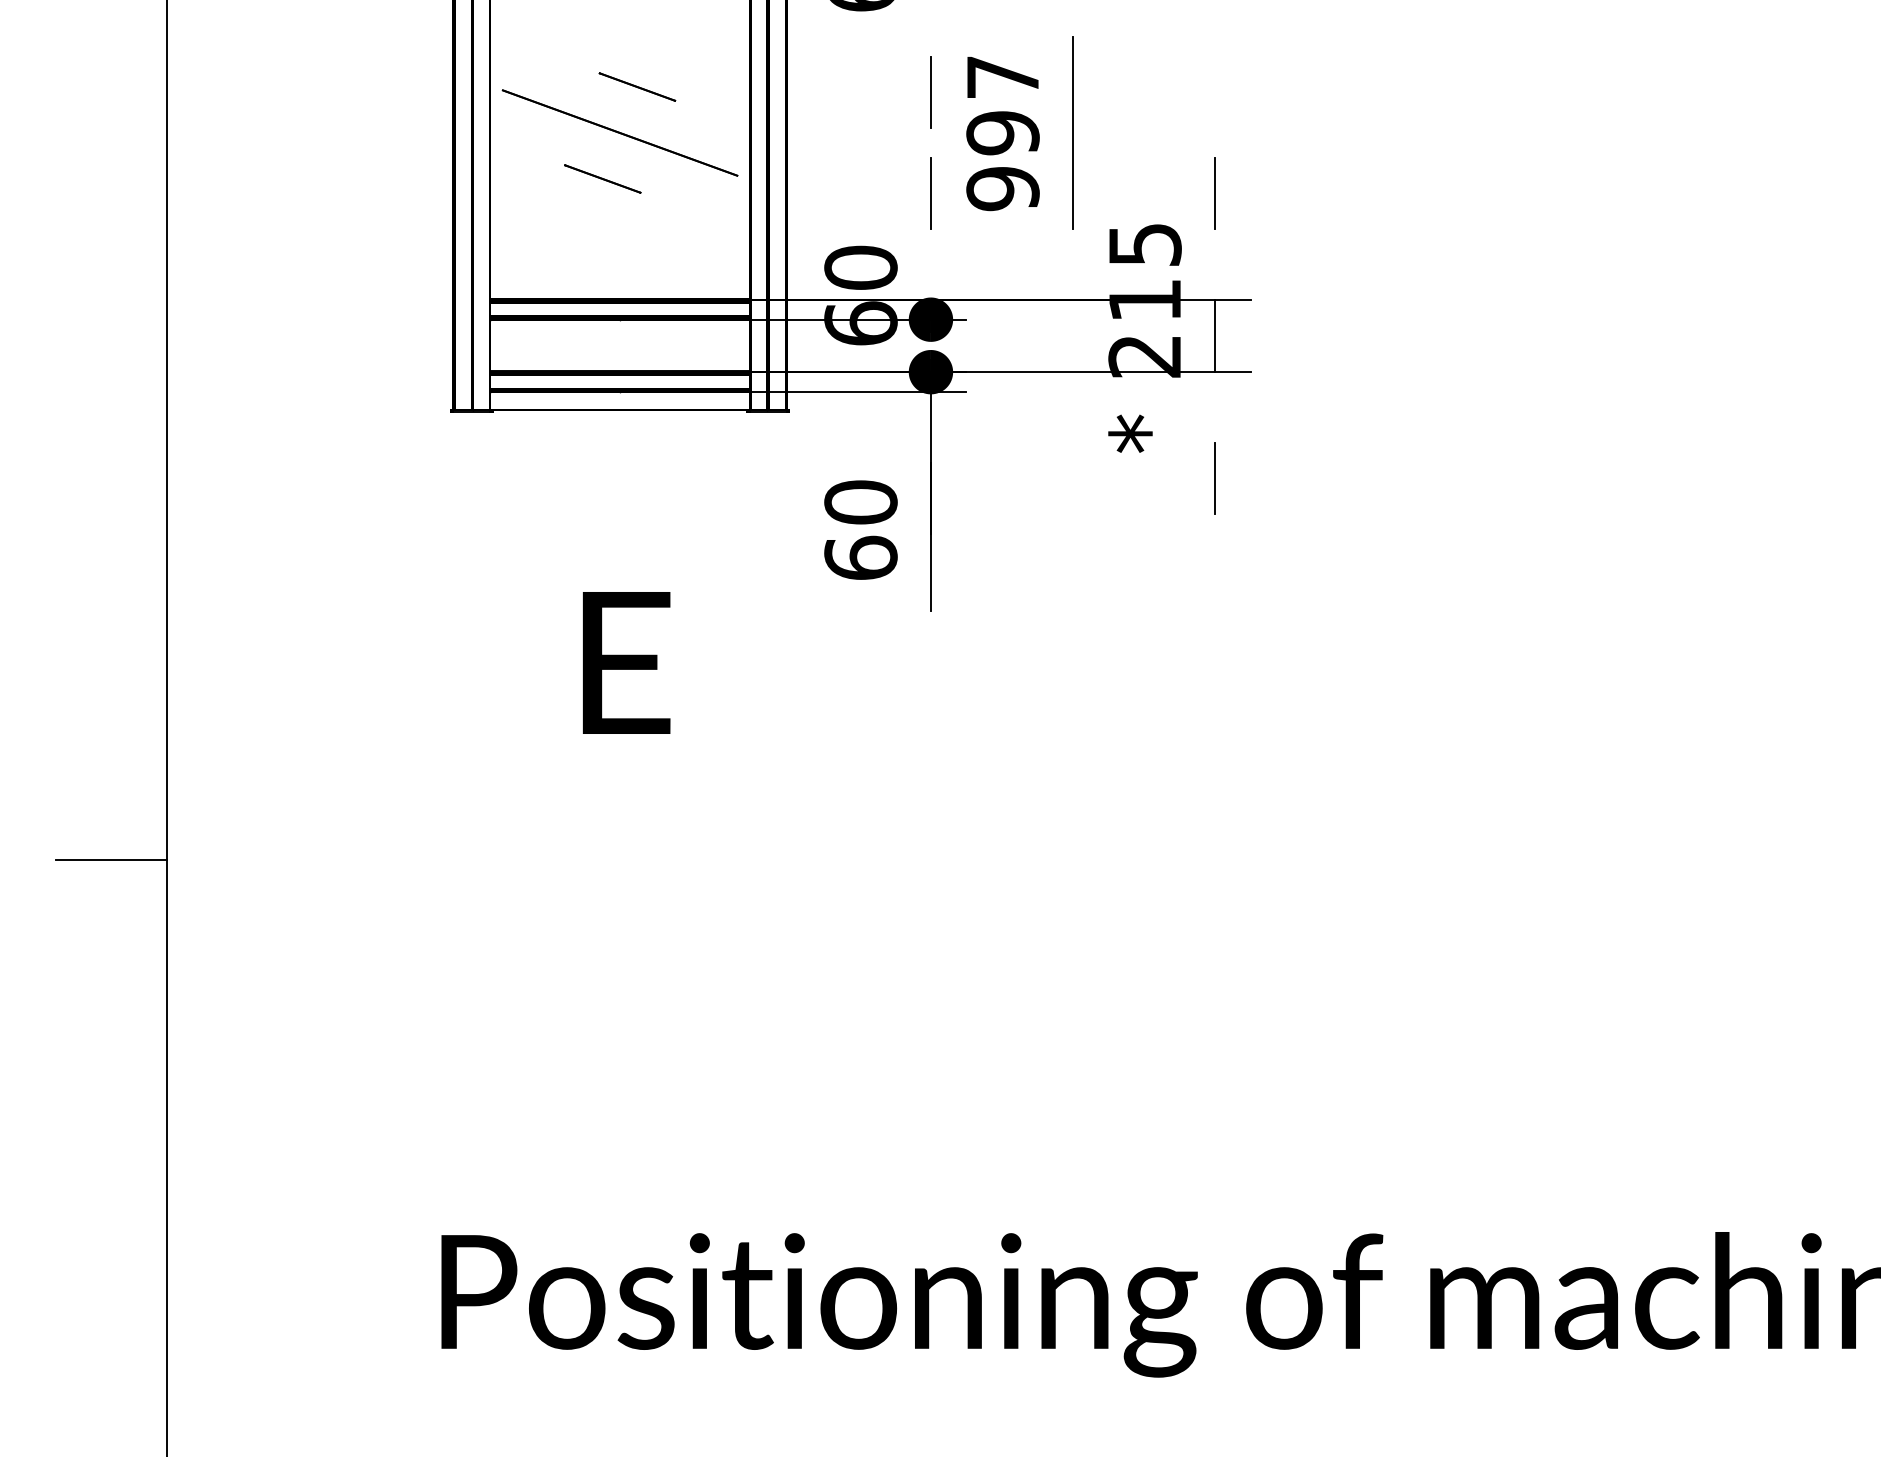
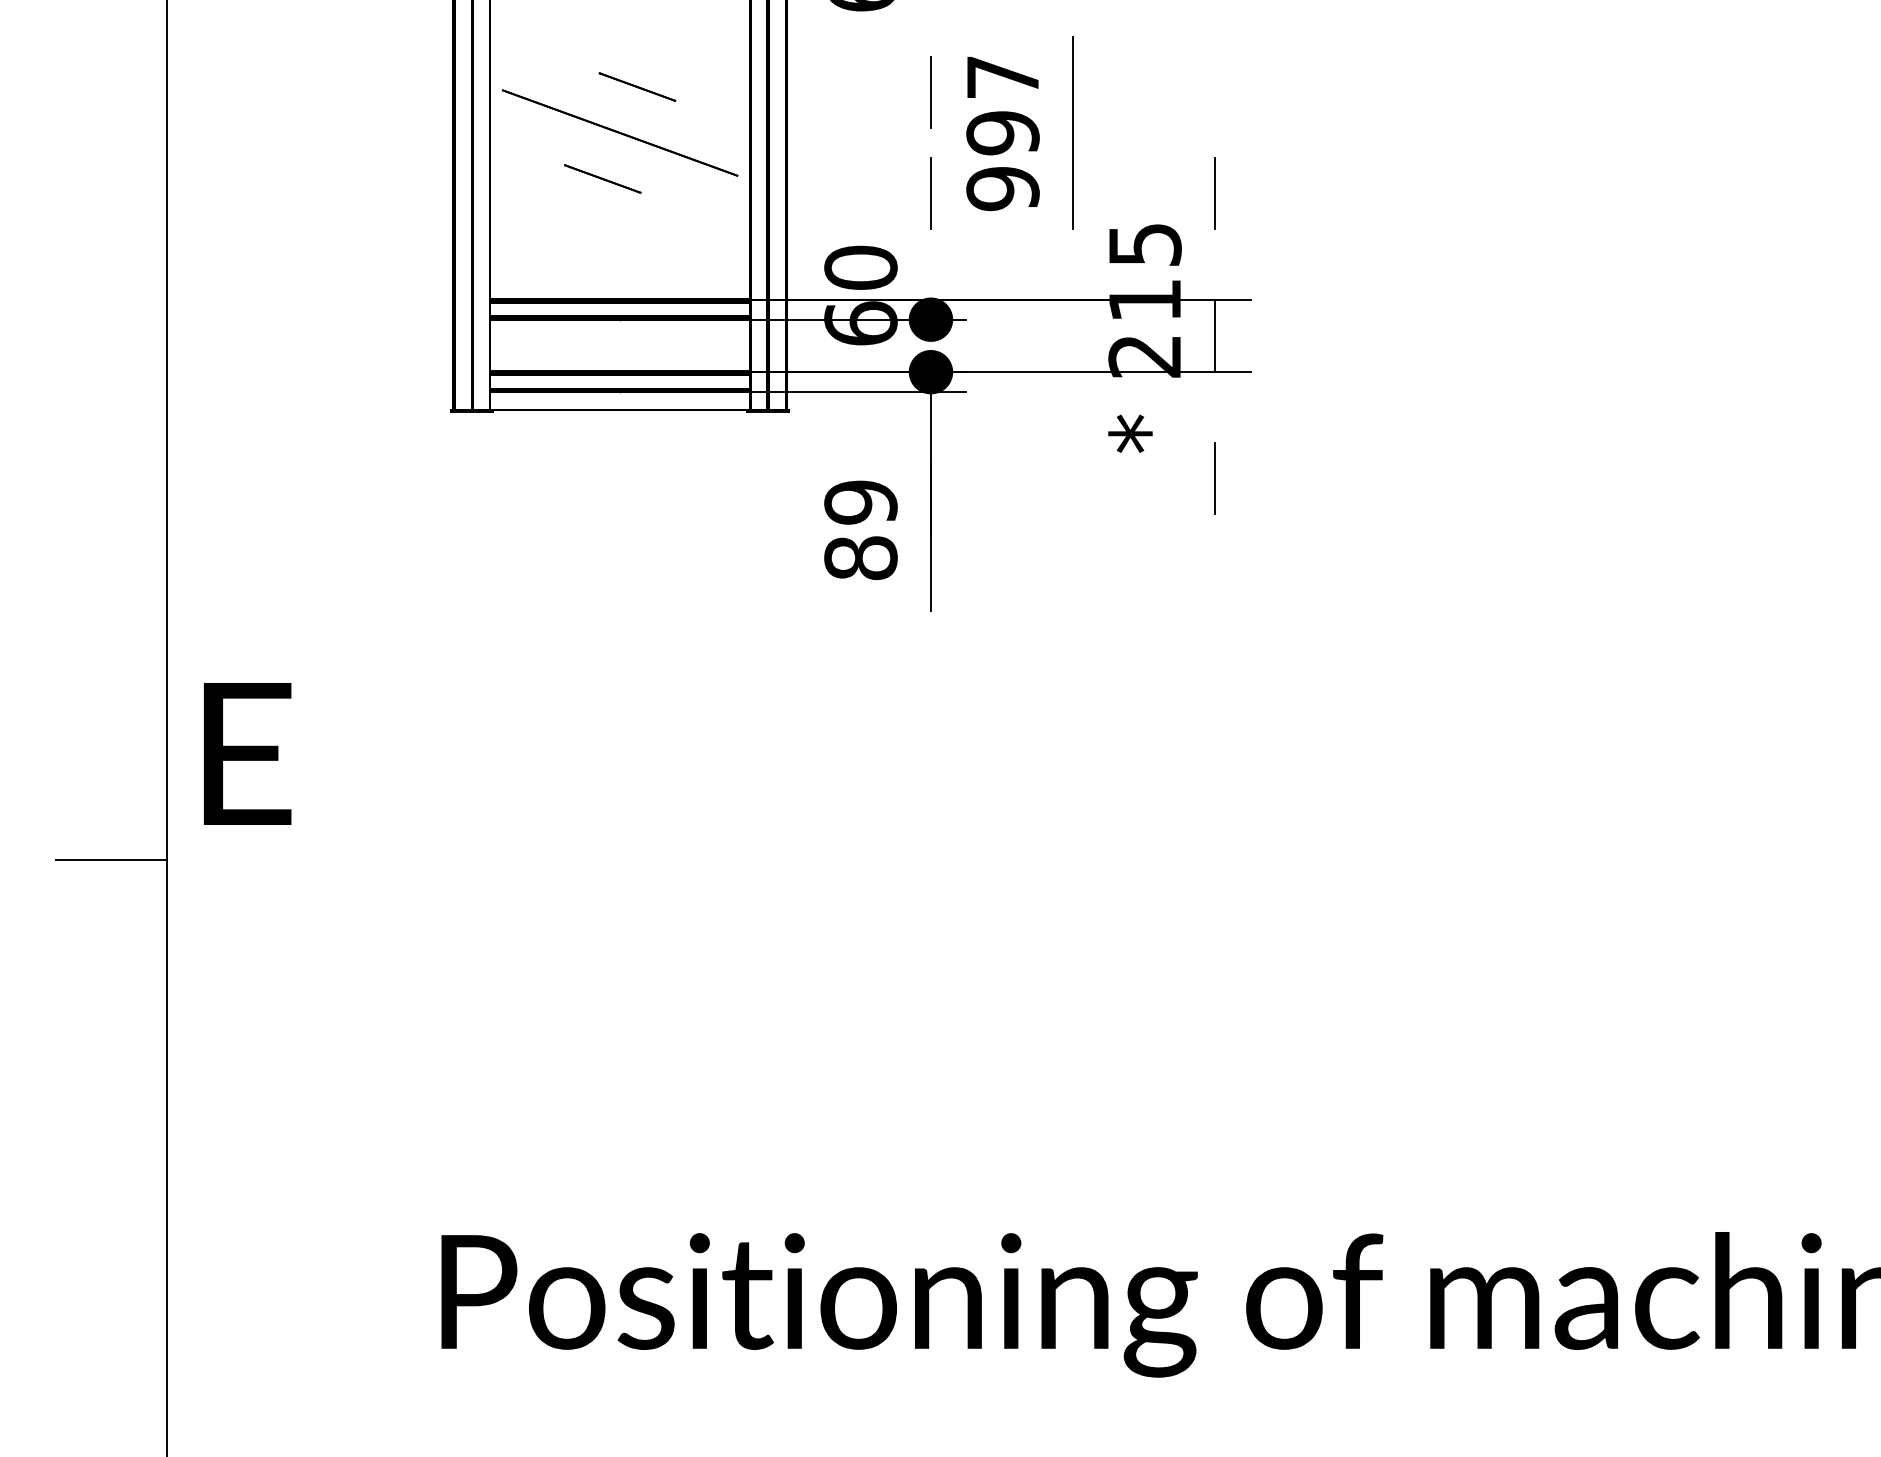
text at (860, 530): 60 -> 89
text at (626, 662) position: (626, 662) -> (247, 753)
